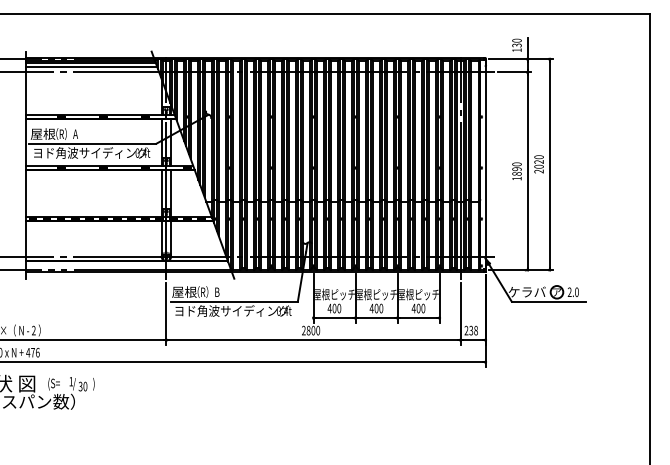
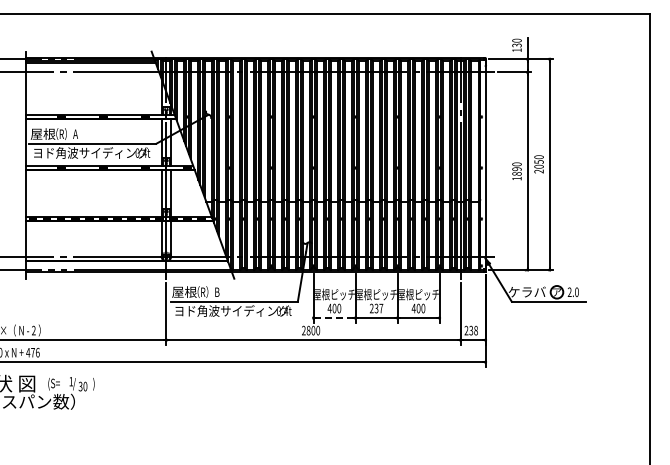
line at (91, 66): present -> none
text at (538, 161): 2020 -> 2050
text at (376, 308): 400 -> 237
line at (334, 318): solid -> dashed
